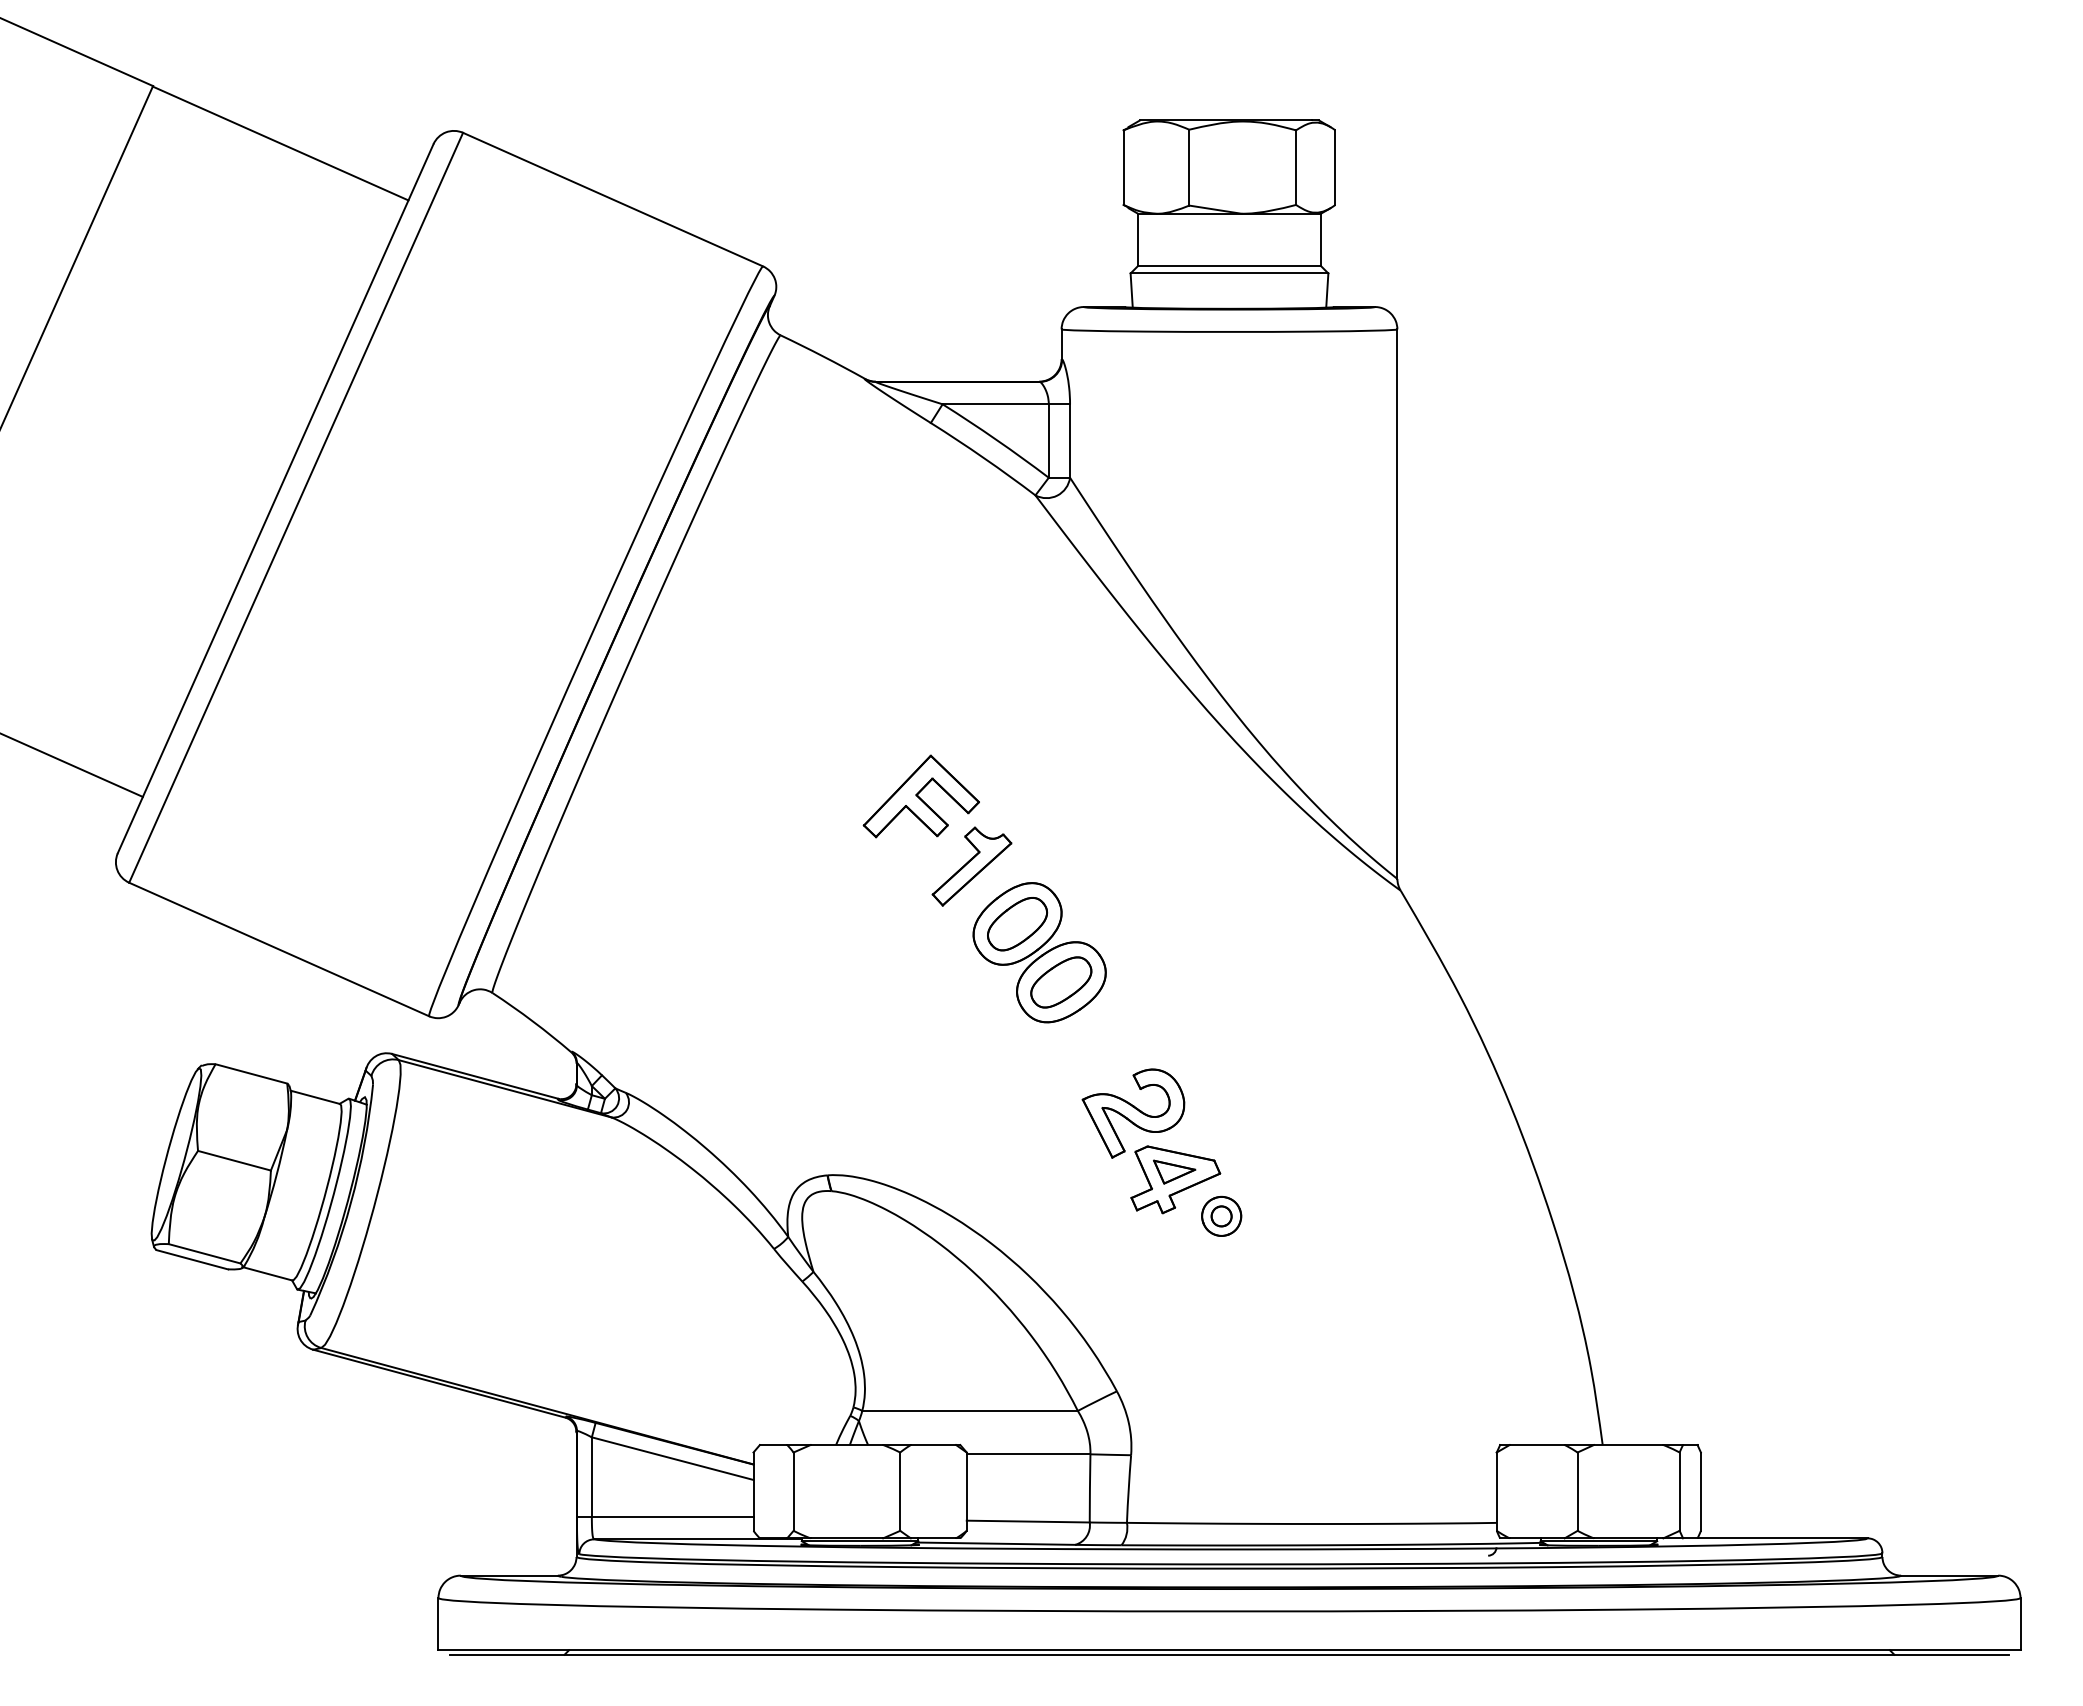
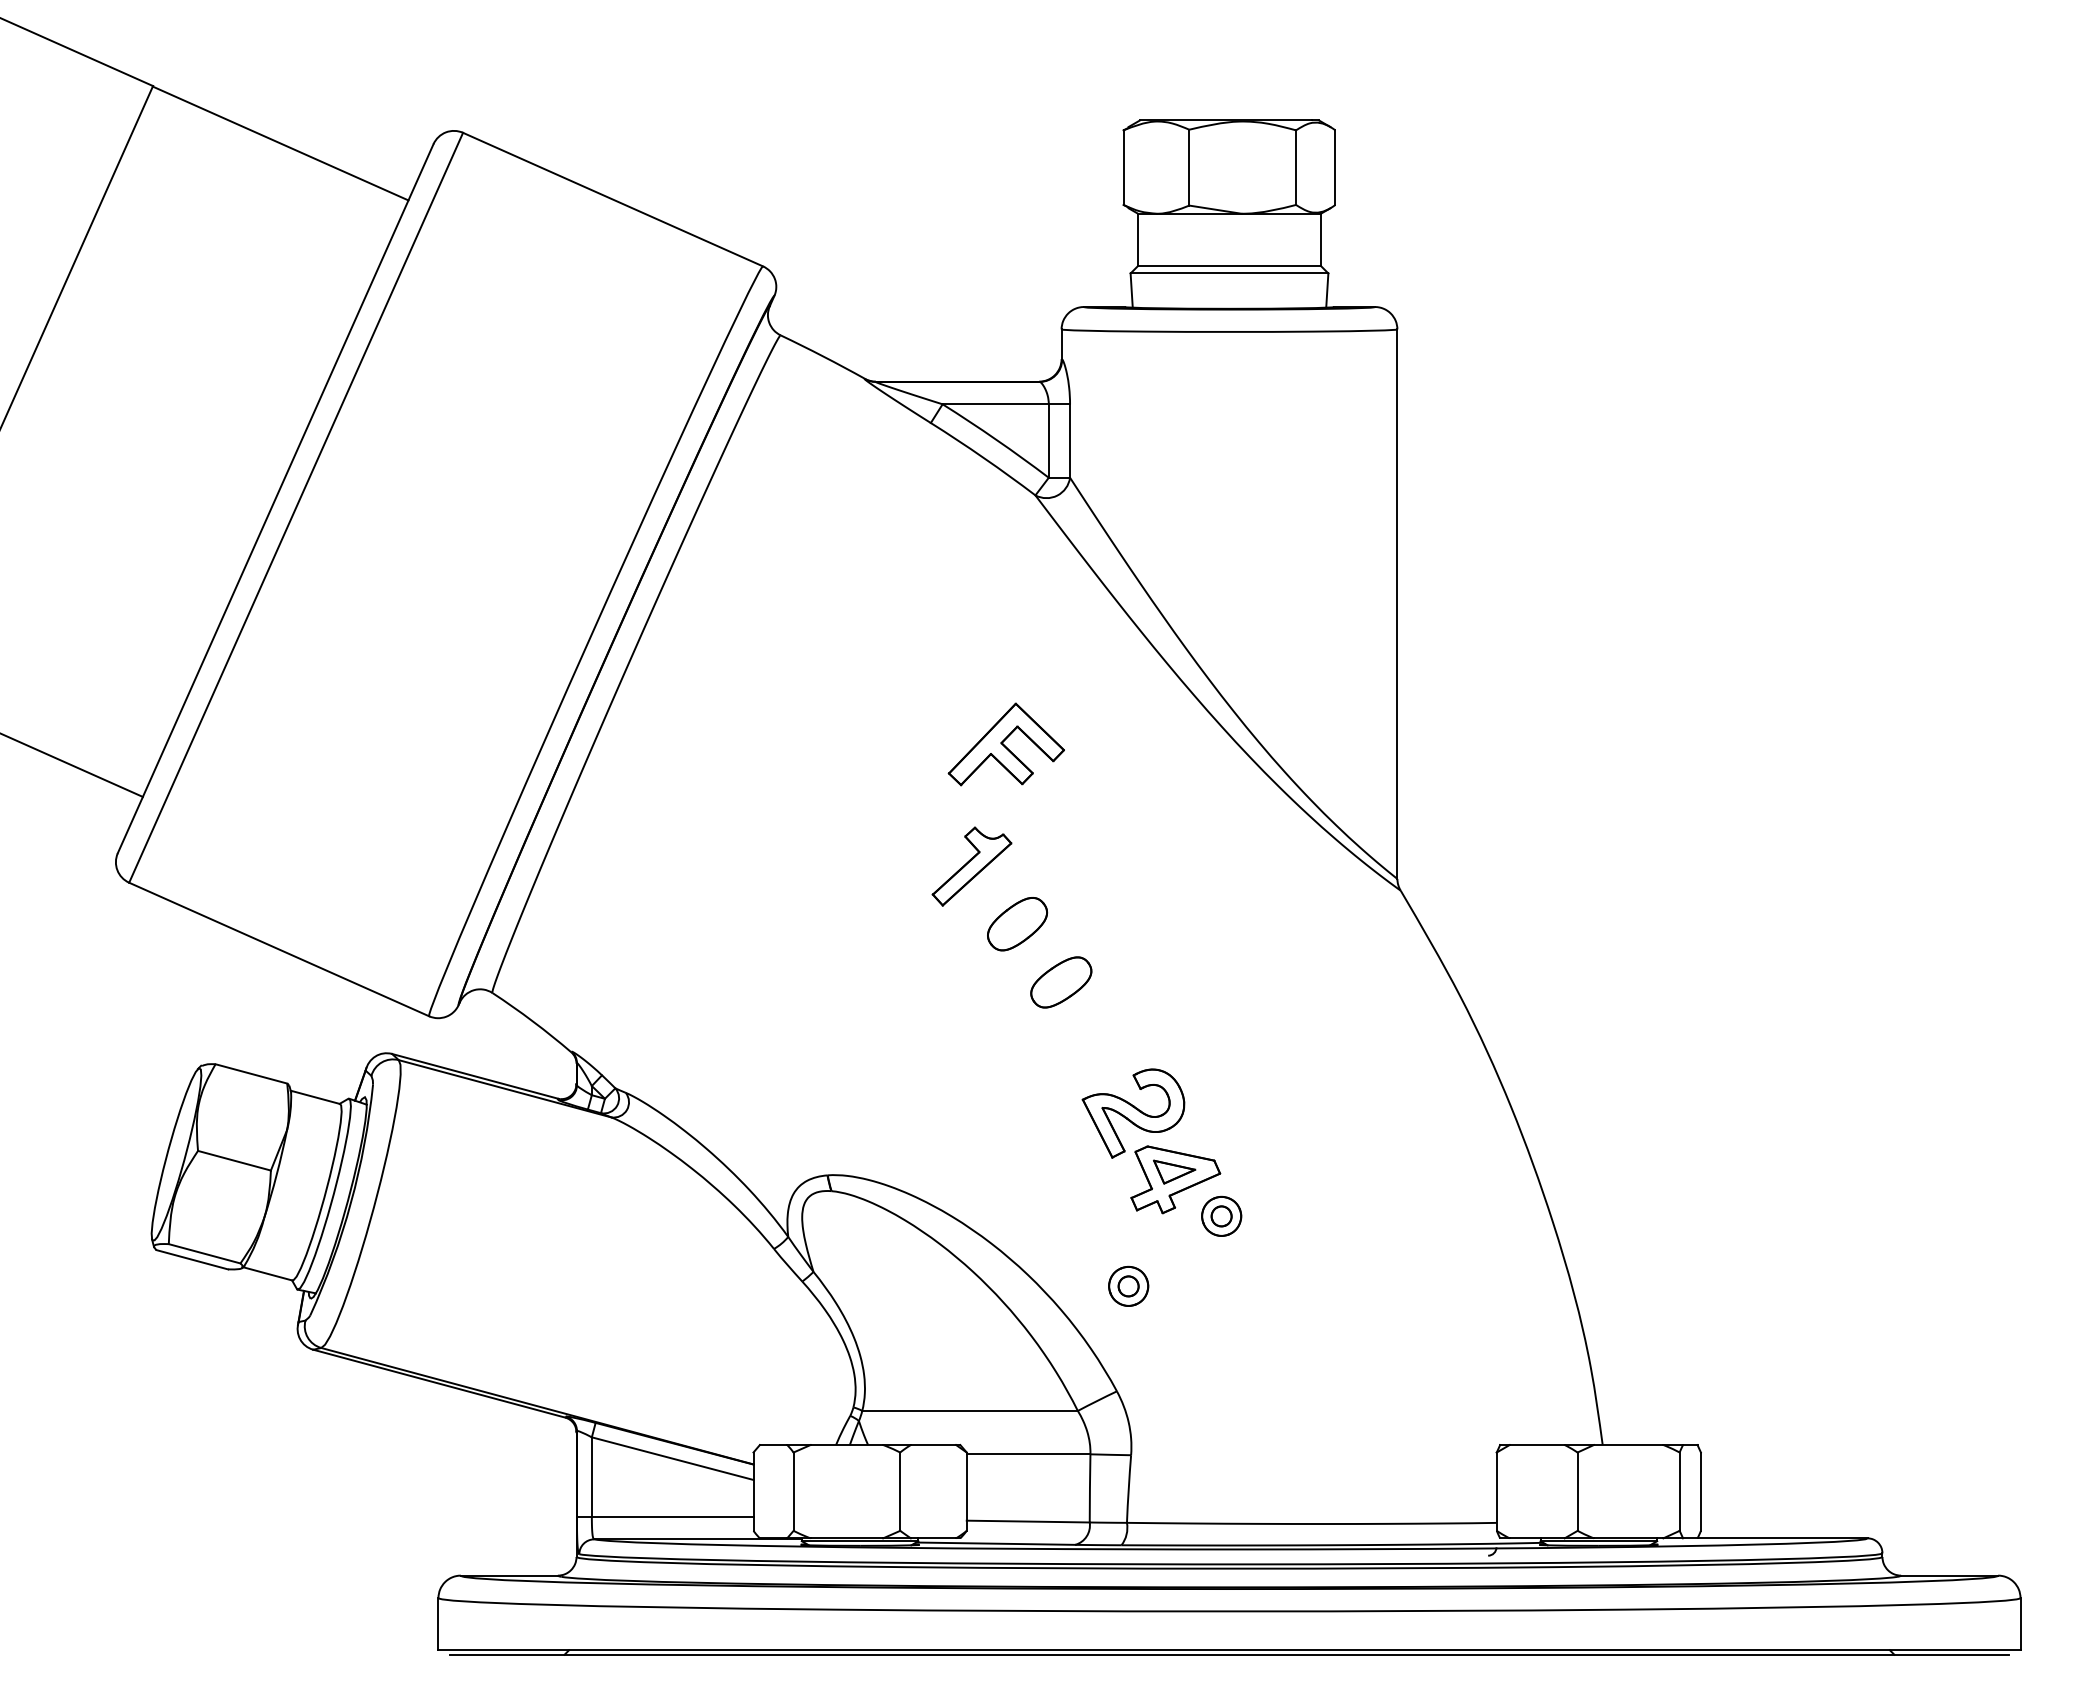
part at (920, 796) position: (920, 796) -> (1005, 744)
part at (1039, 952): present -> none
part at (1128, 1285): none -> present
